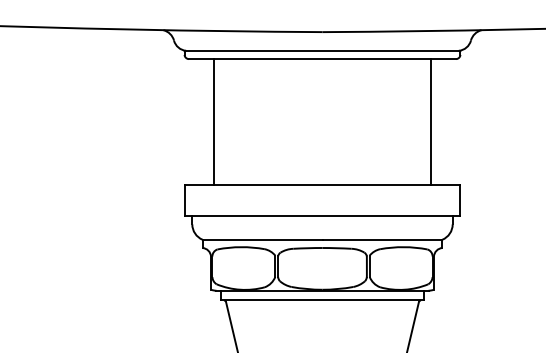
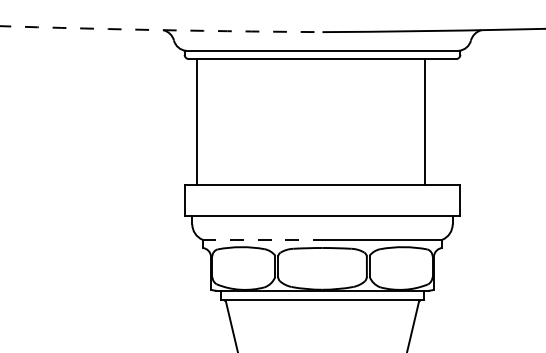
arc at (161, 30): solid -> dashed
line at (213, 121) position: (213, 121) -> (196, 121)
line at (431, 121) position: (431, 121) -> (425, 121)
line at (262, 239): solid -> dashed
